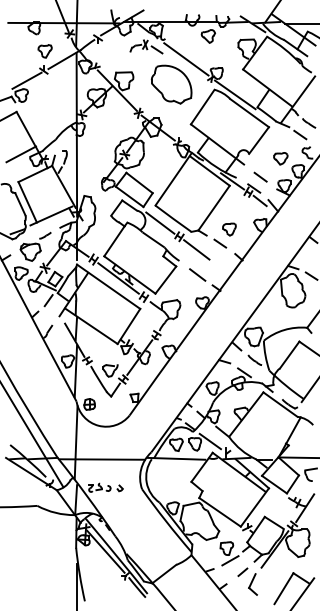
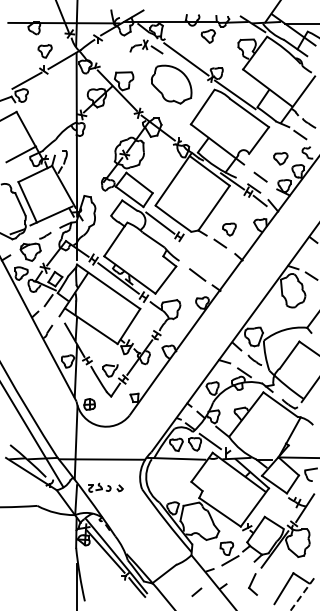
line at (196, 249): present -> none
line at (242, 572) position: (242, 572) -> (196, 592)
line at (302, 594): solid -> dashed
